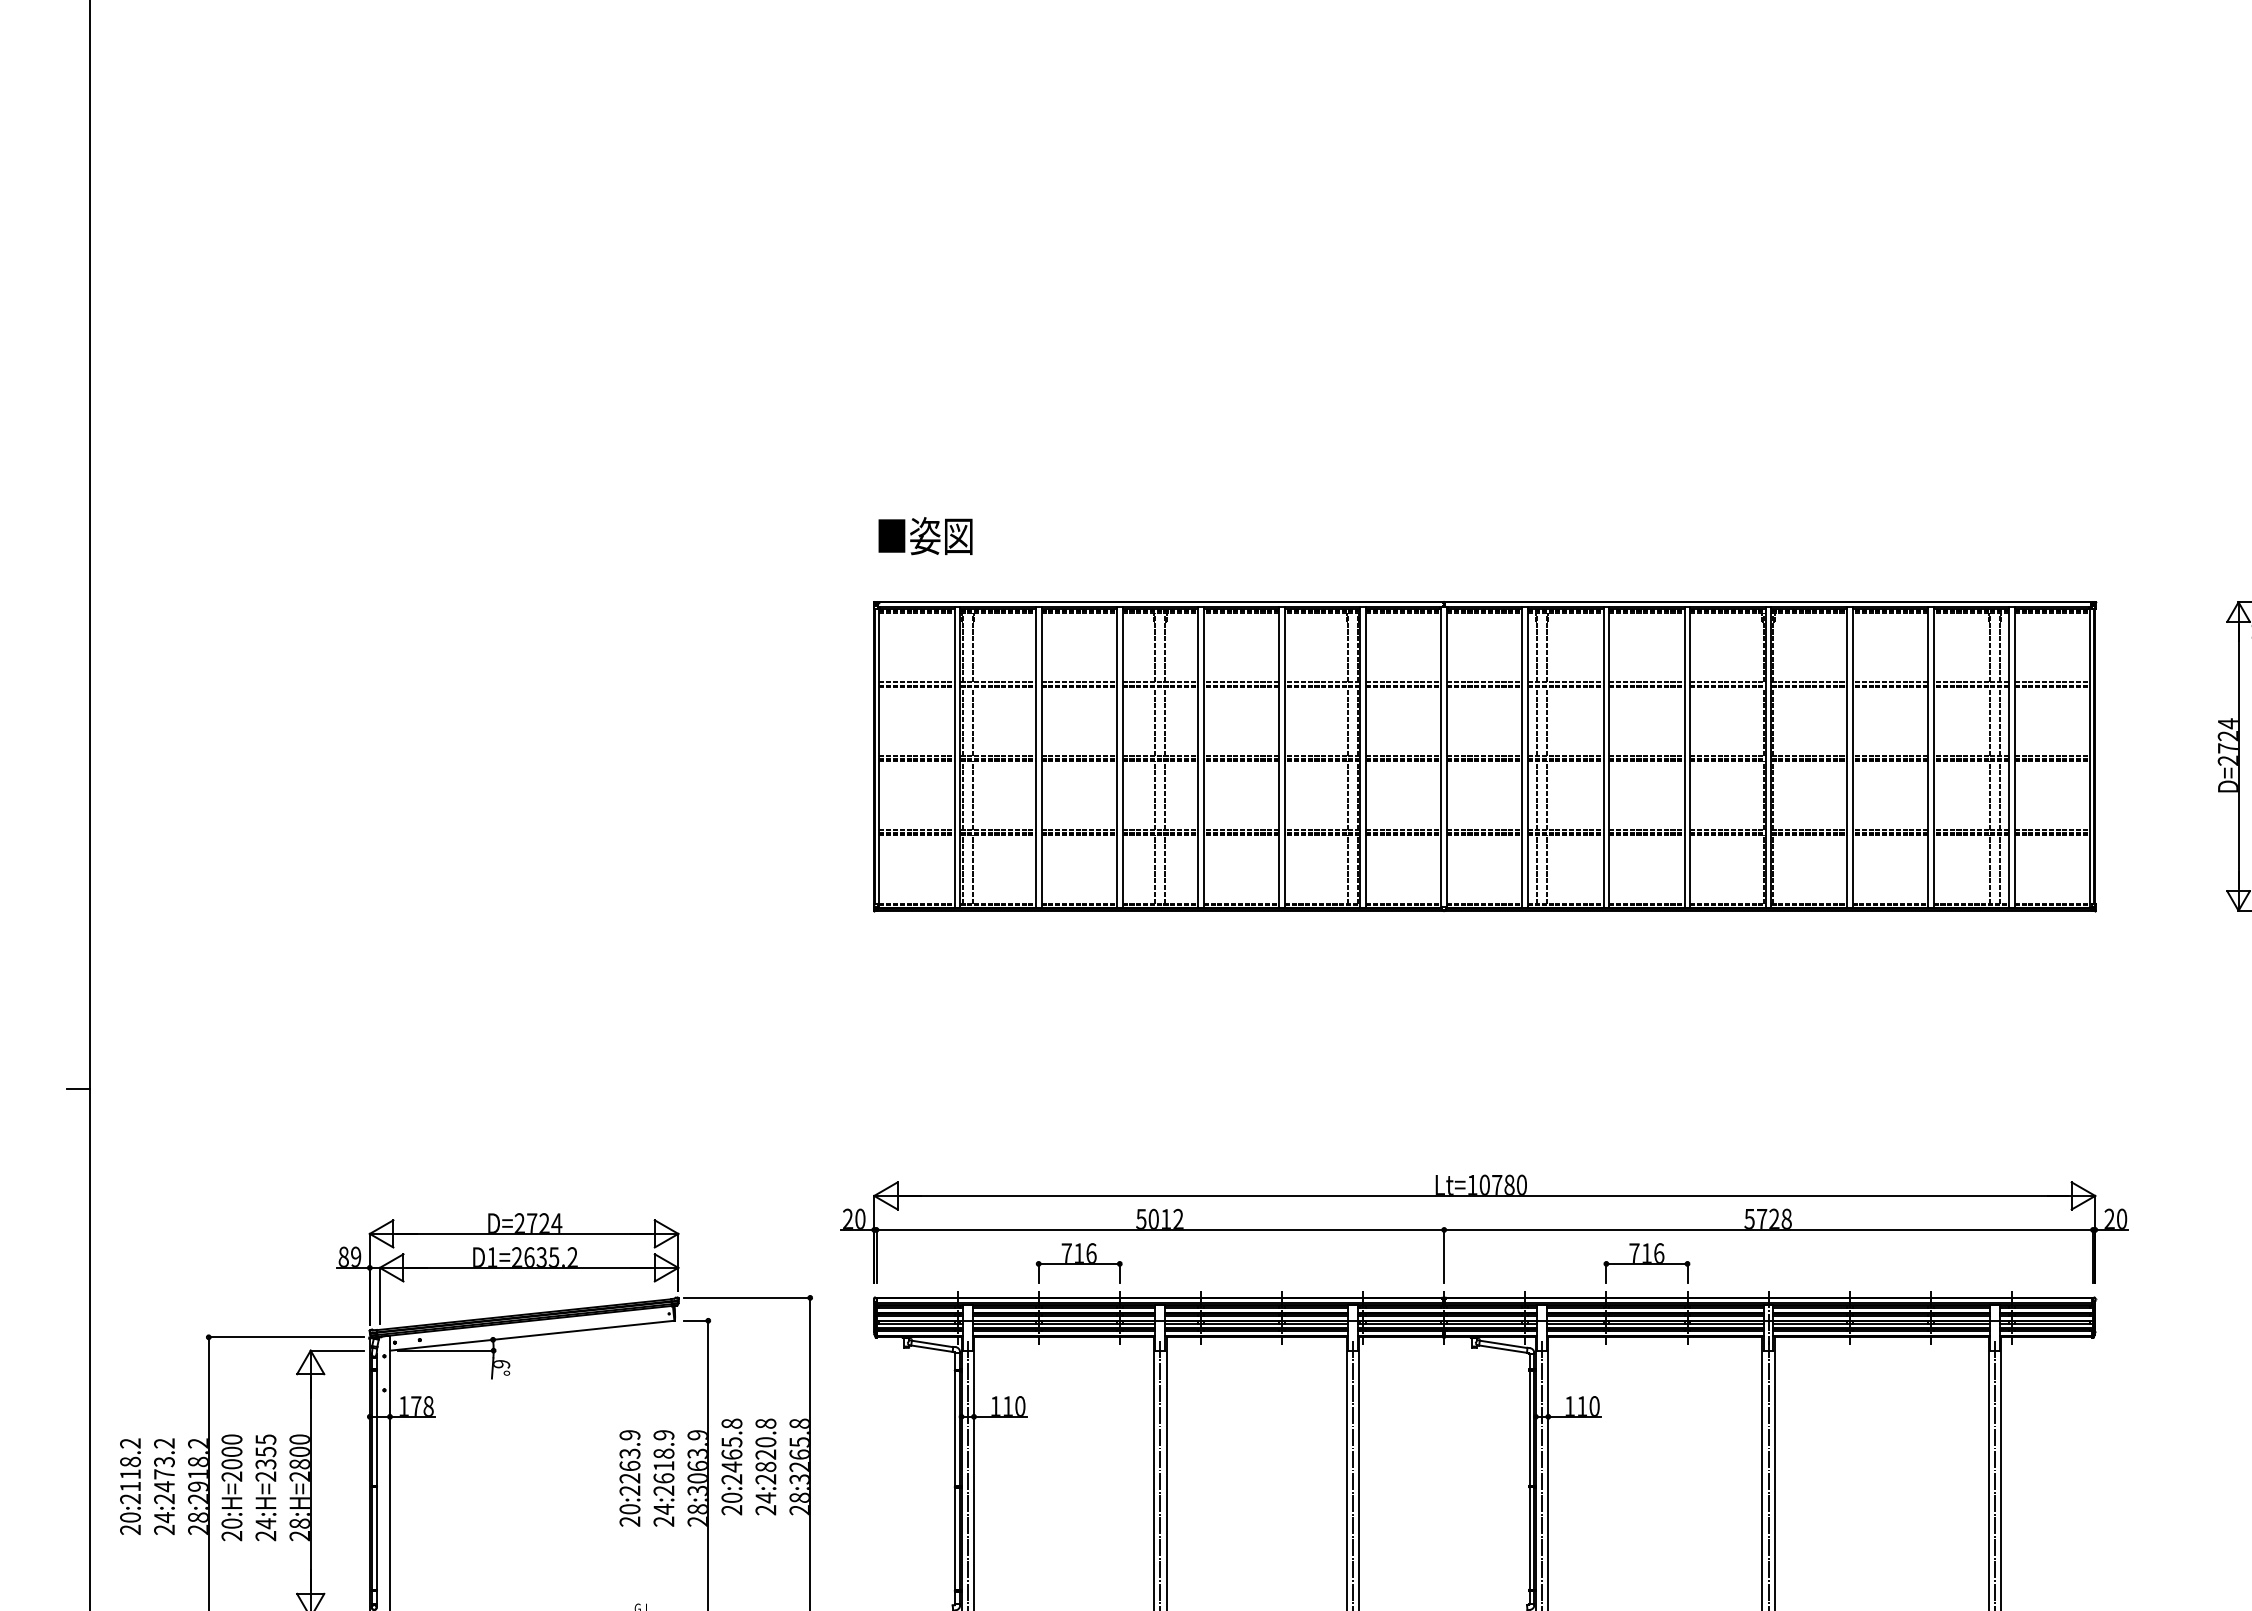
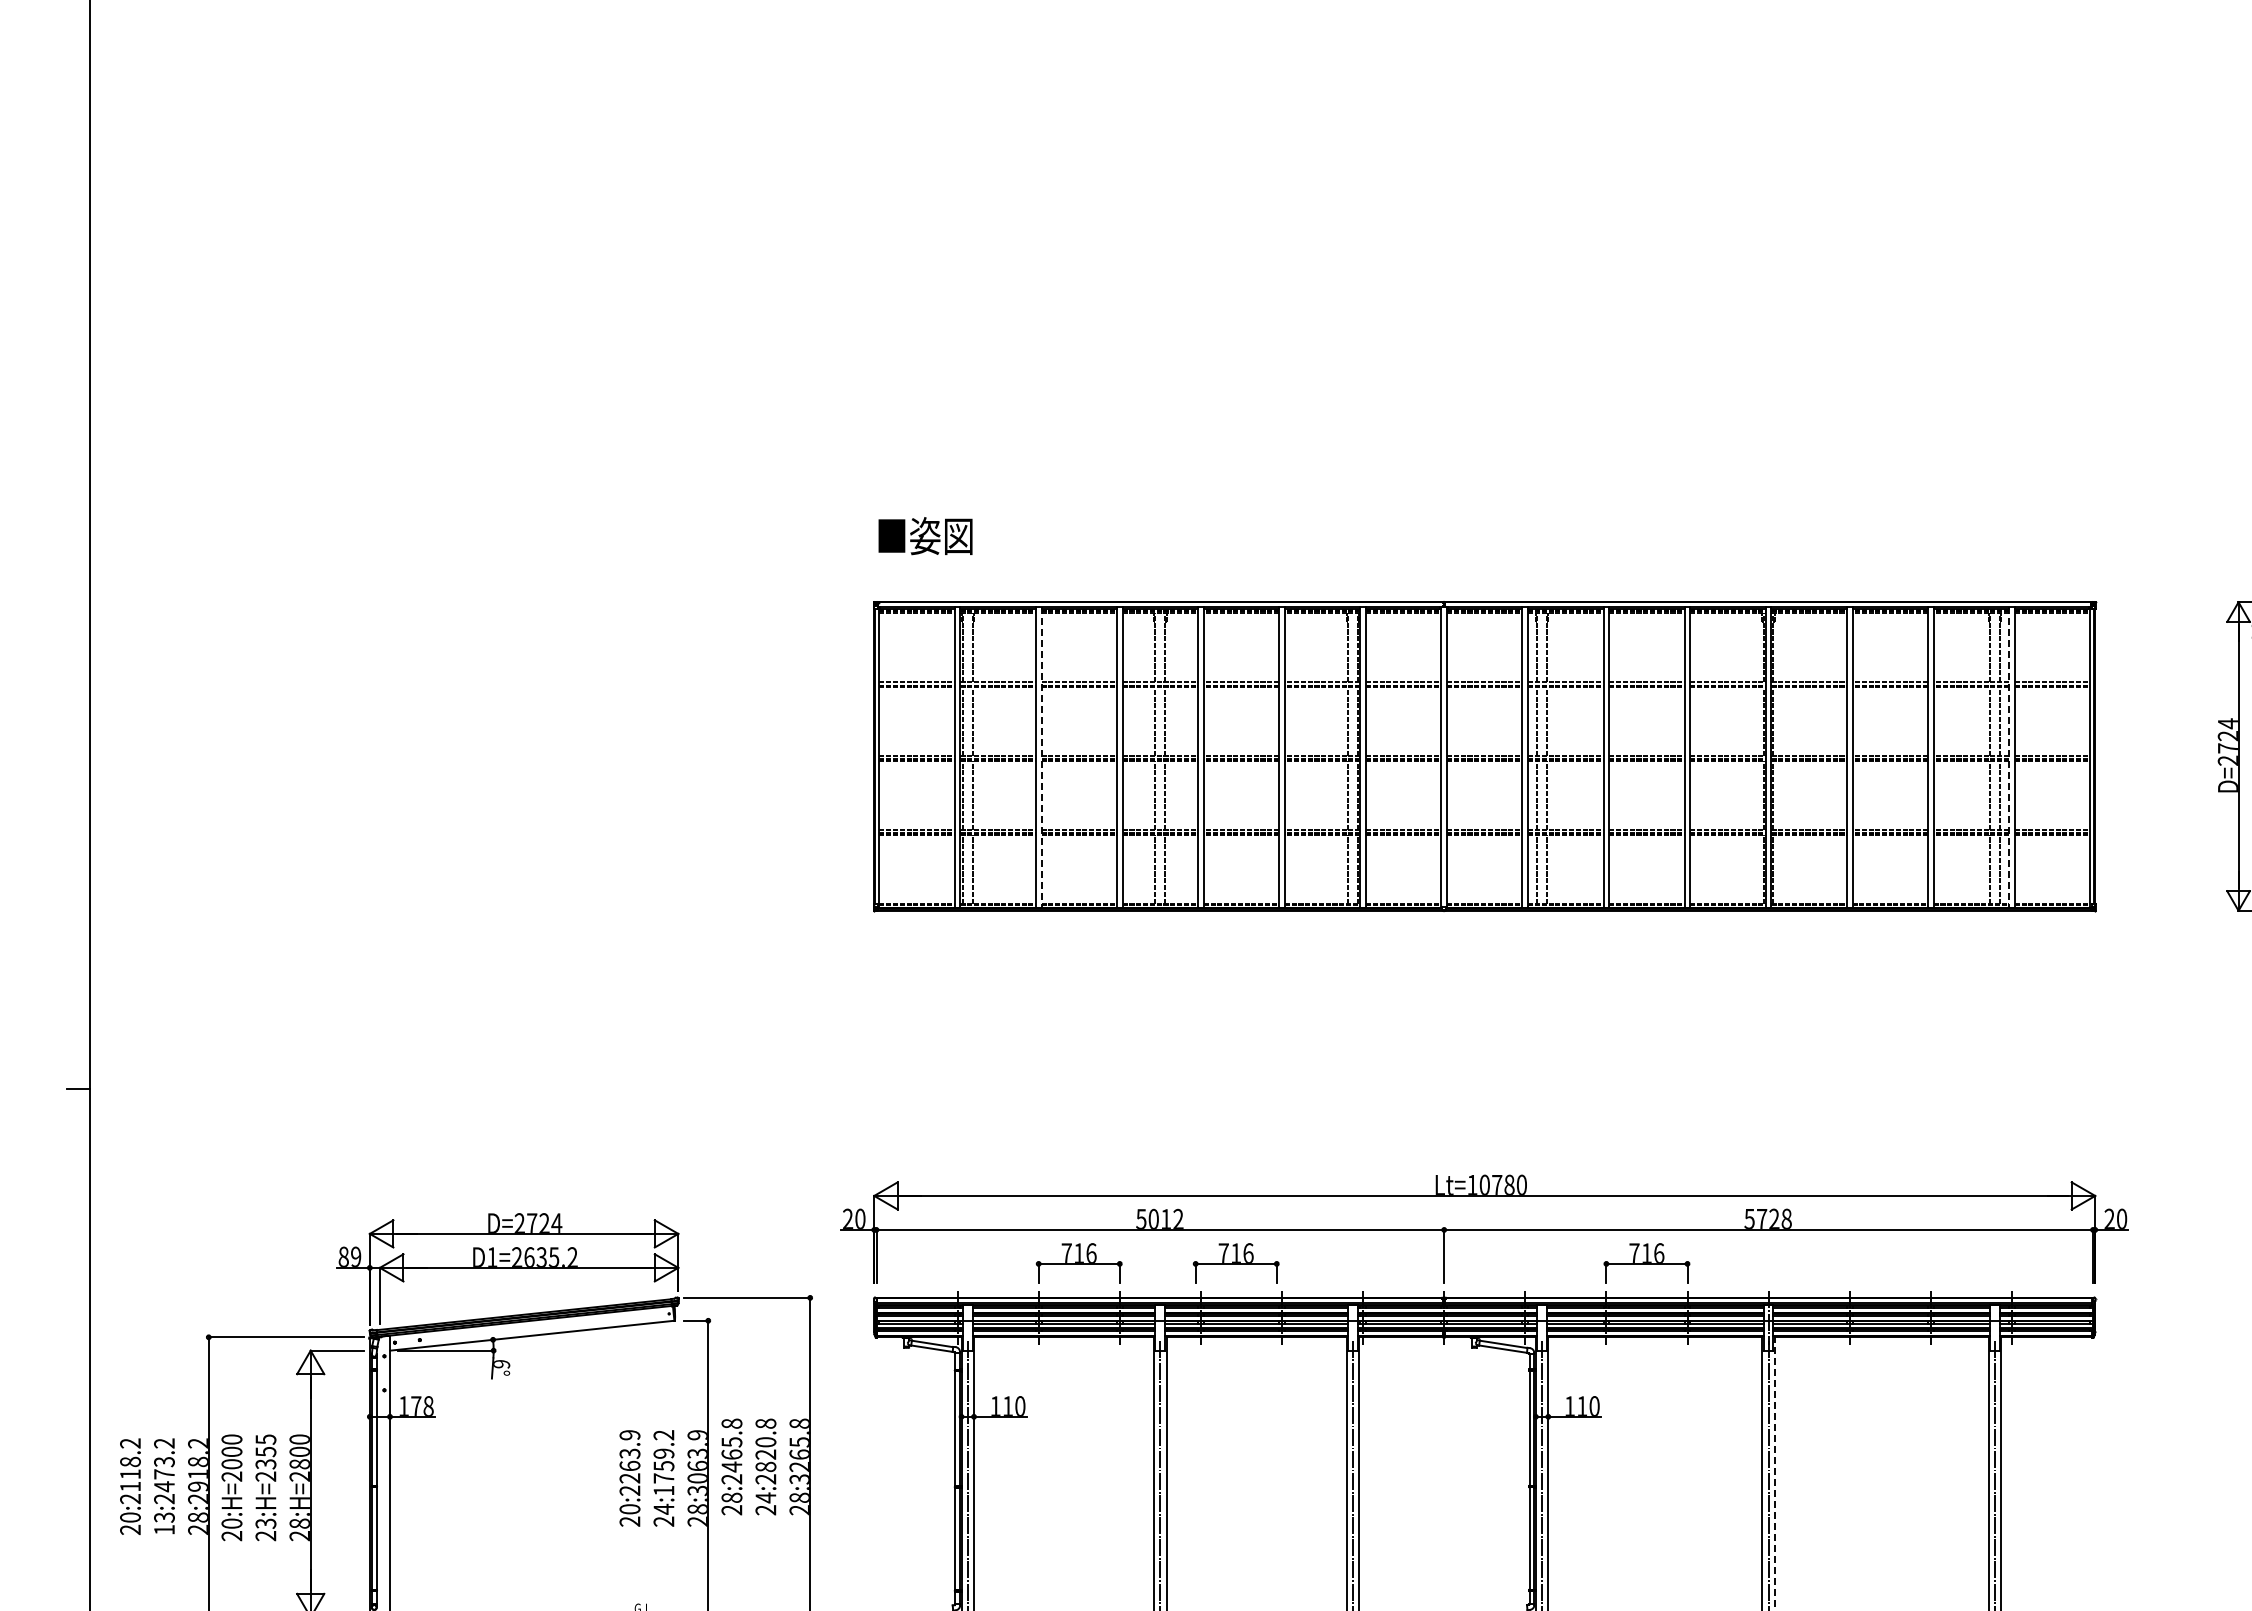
line at (1041, 757): solid -> dashed
line at (2009, 757): solid -> dashed
part at (1235, 1263): none -> present
text at (663, 1462): 24:2618.9 -> 24:1759.2
line at (1774, 1473): solid -> dashed
text at (732, 1497): 20:2465.8 -> 28:2465.8
text at (164, 1523): 24:2473.2 -> 13:2473.2
text at (265, 1523): 24:H=2355 -> 23:H=2355
